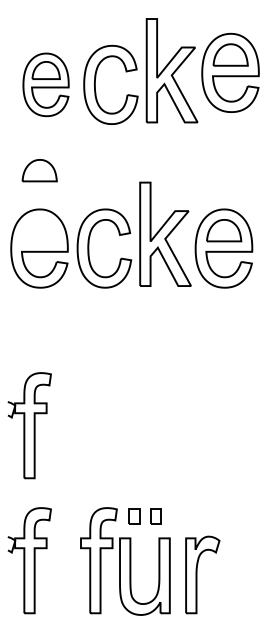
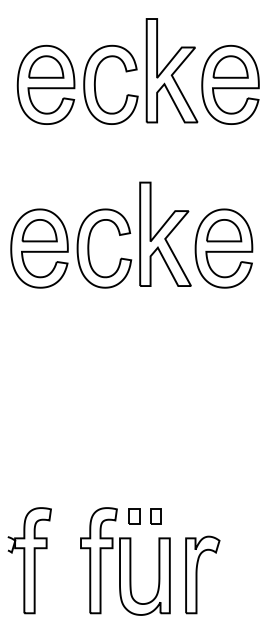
part at (230, 72) position: (230, 72) -> (230, 84)
part at (45, 84) size: 48x66 px -> 60x81 px
part at (39, 170) position: (39, 170) -> (39, 230)
part at (29, 425): present -> none
